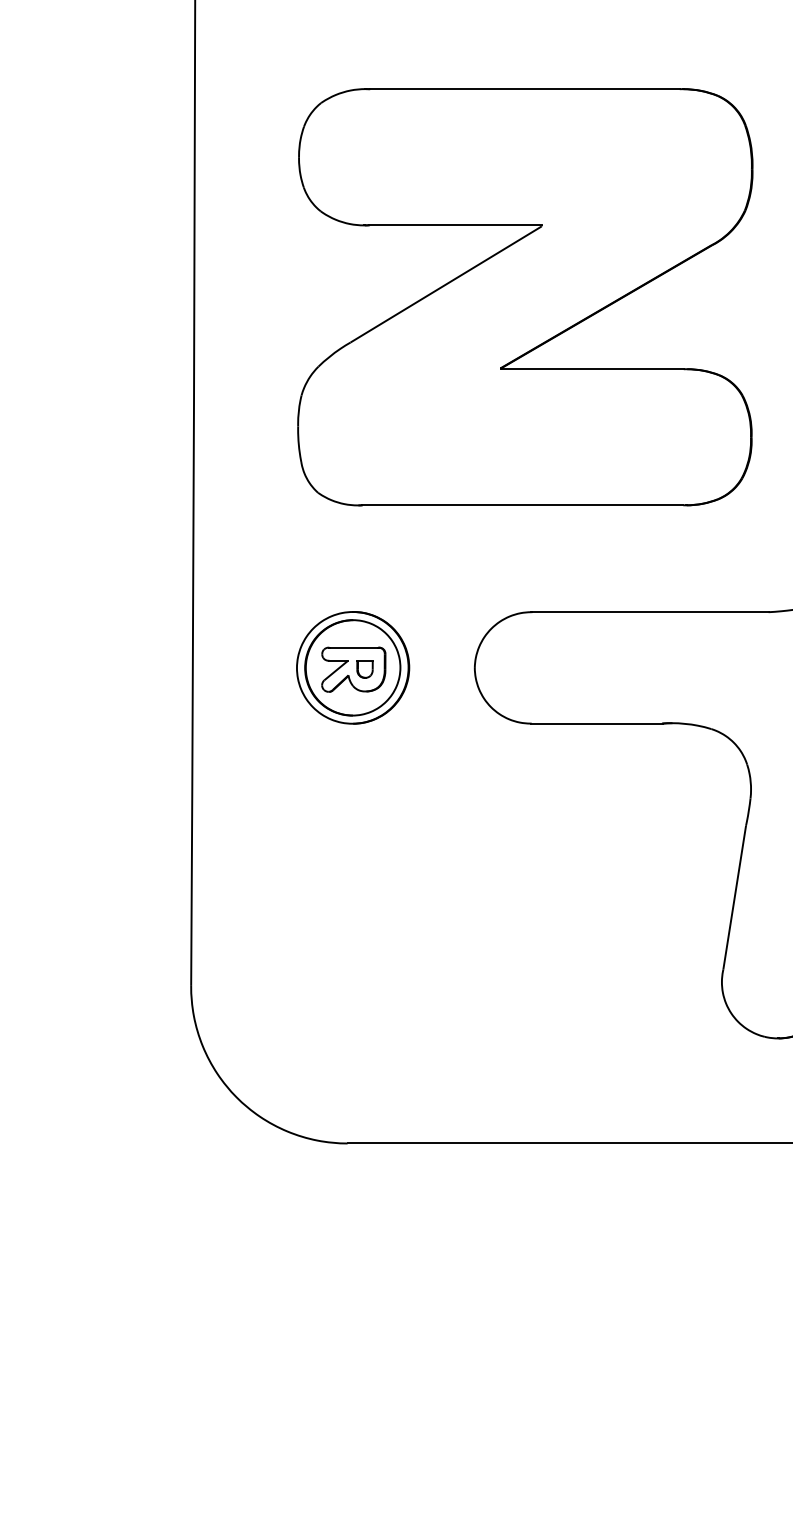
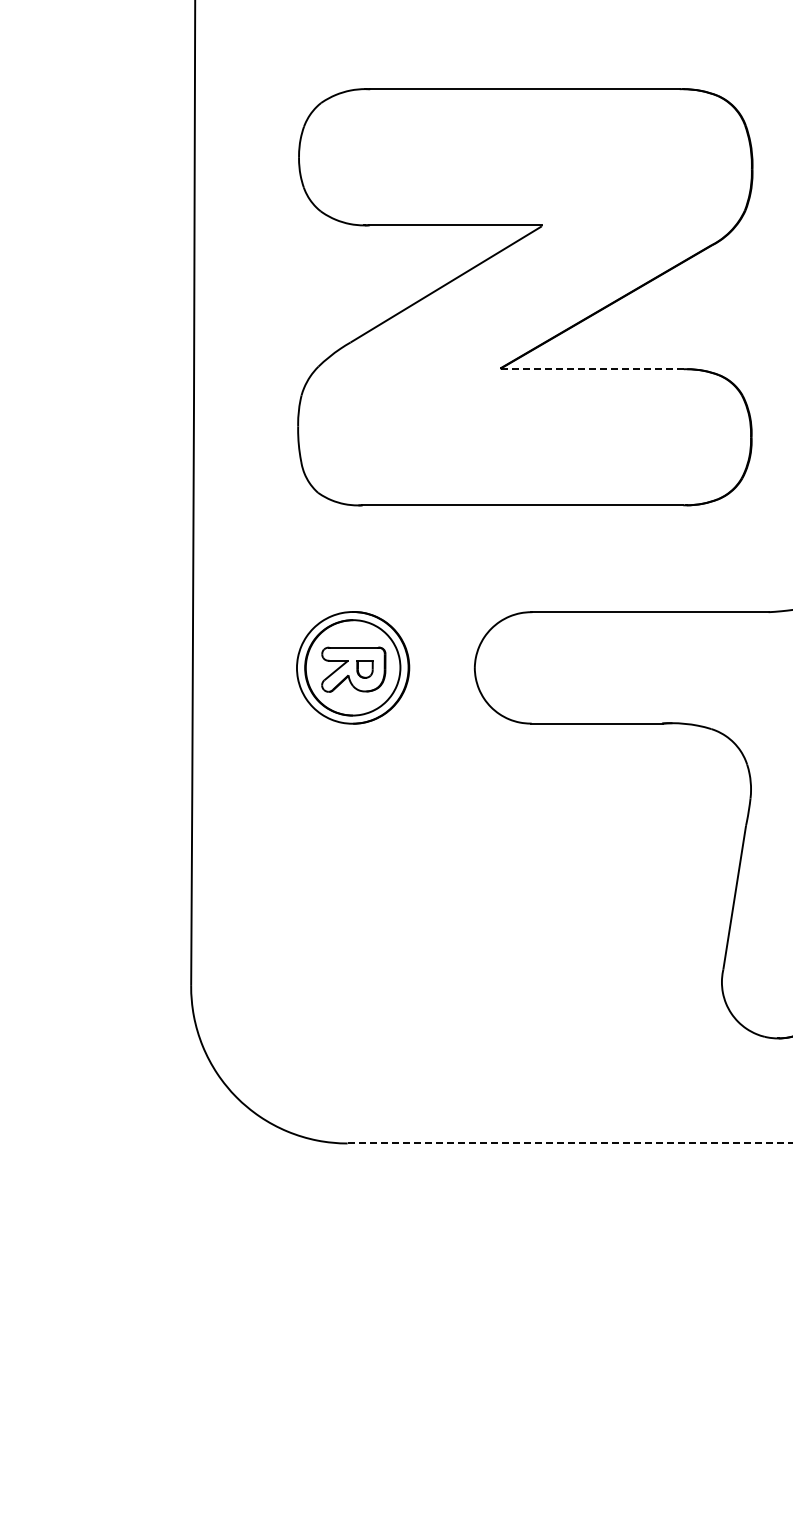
line at (592, 369): solid -> dashed
line at (569, 1143): solid -> dashed
